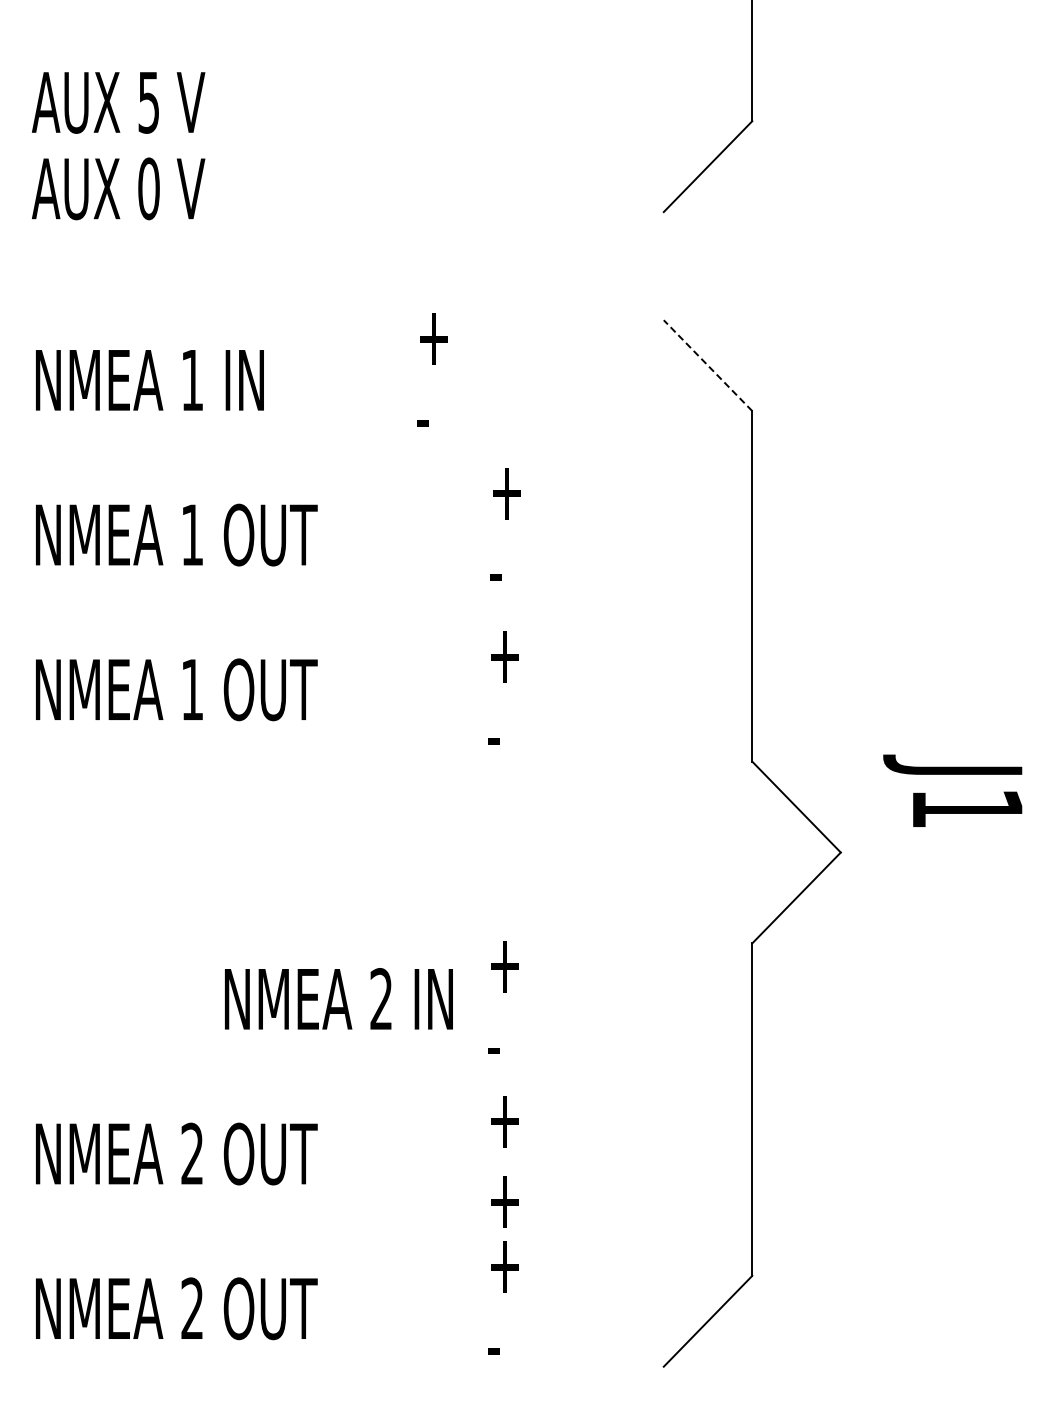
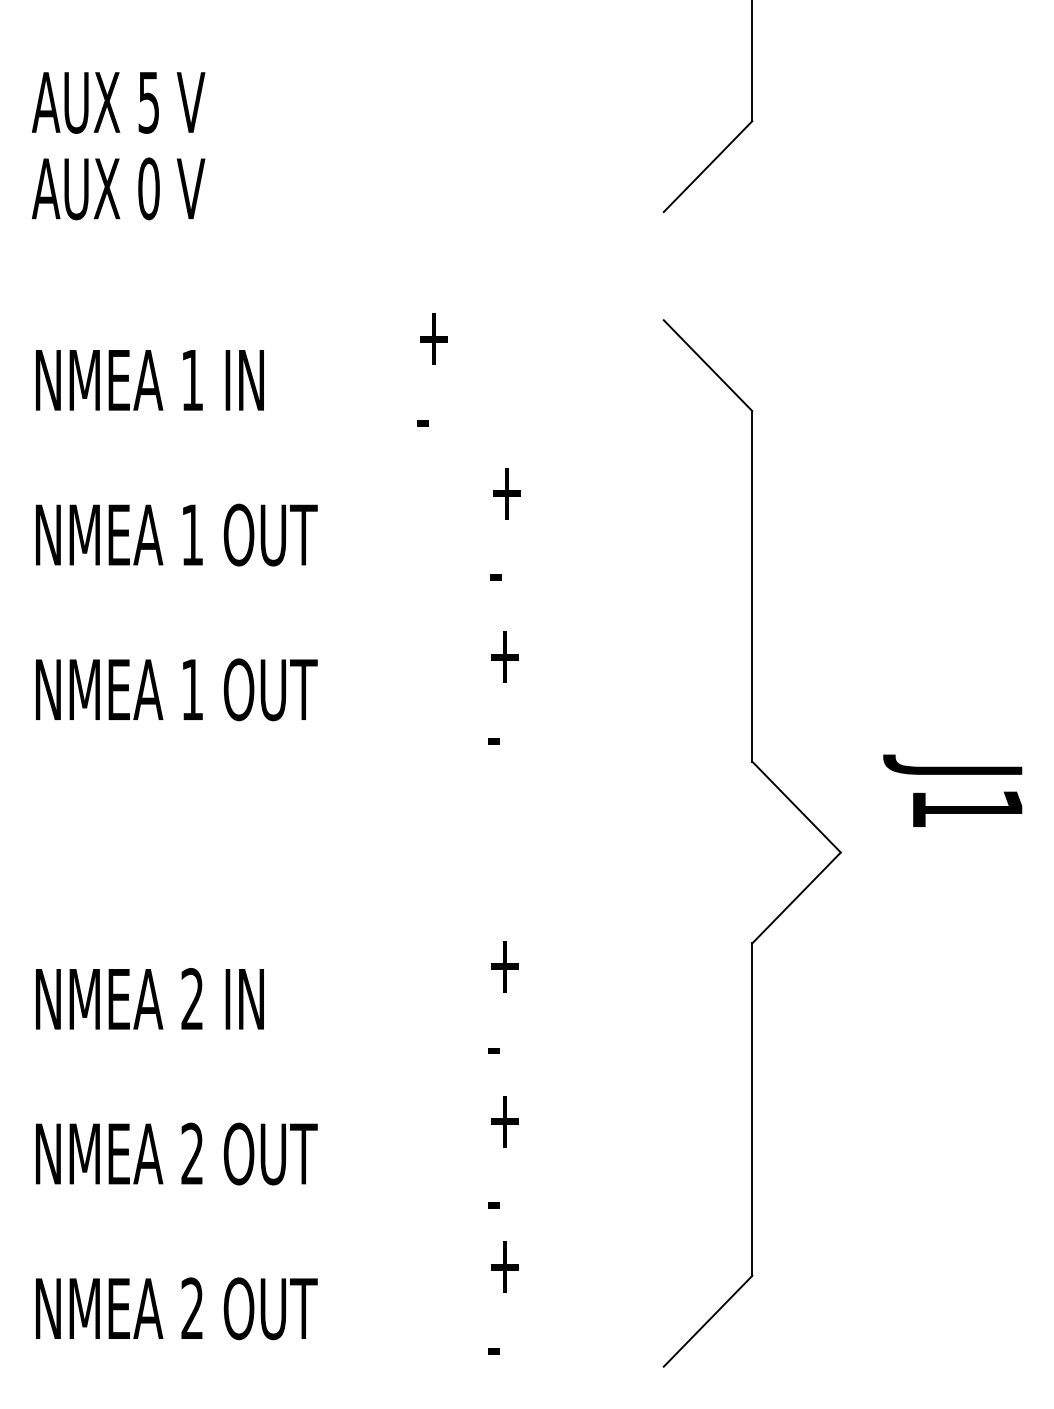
line at (707, 365): dashed -> solid
text at (338, 998) position: (338, 998) -> (149, 998)
text at (503, 1201): + -> -
